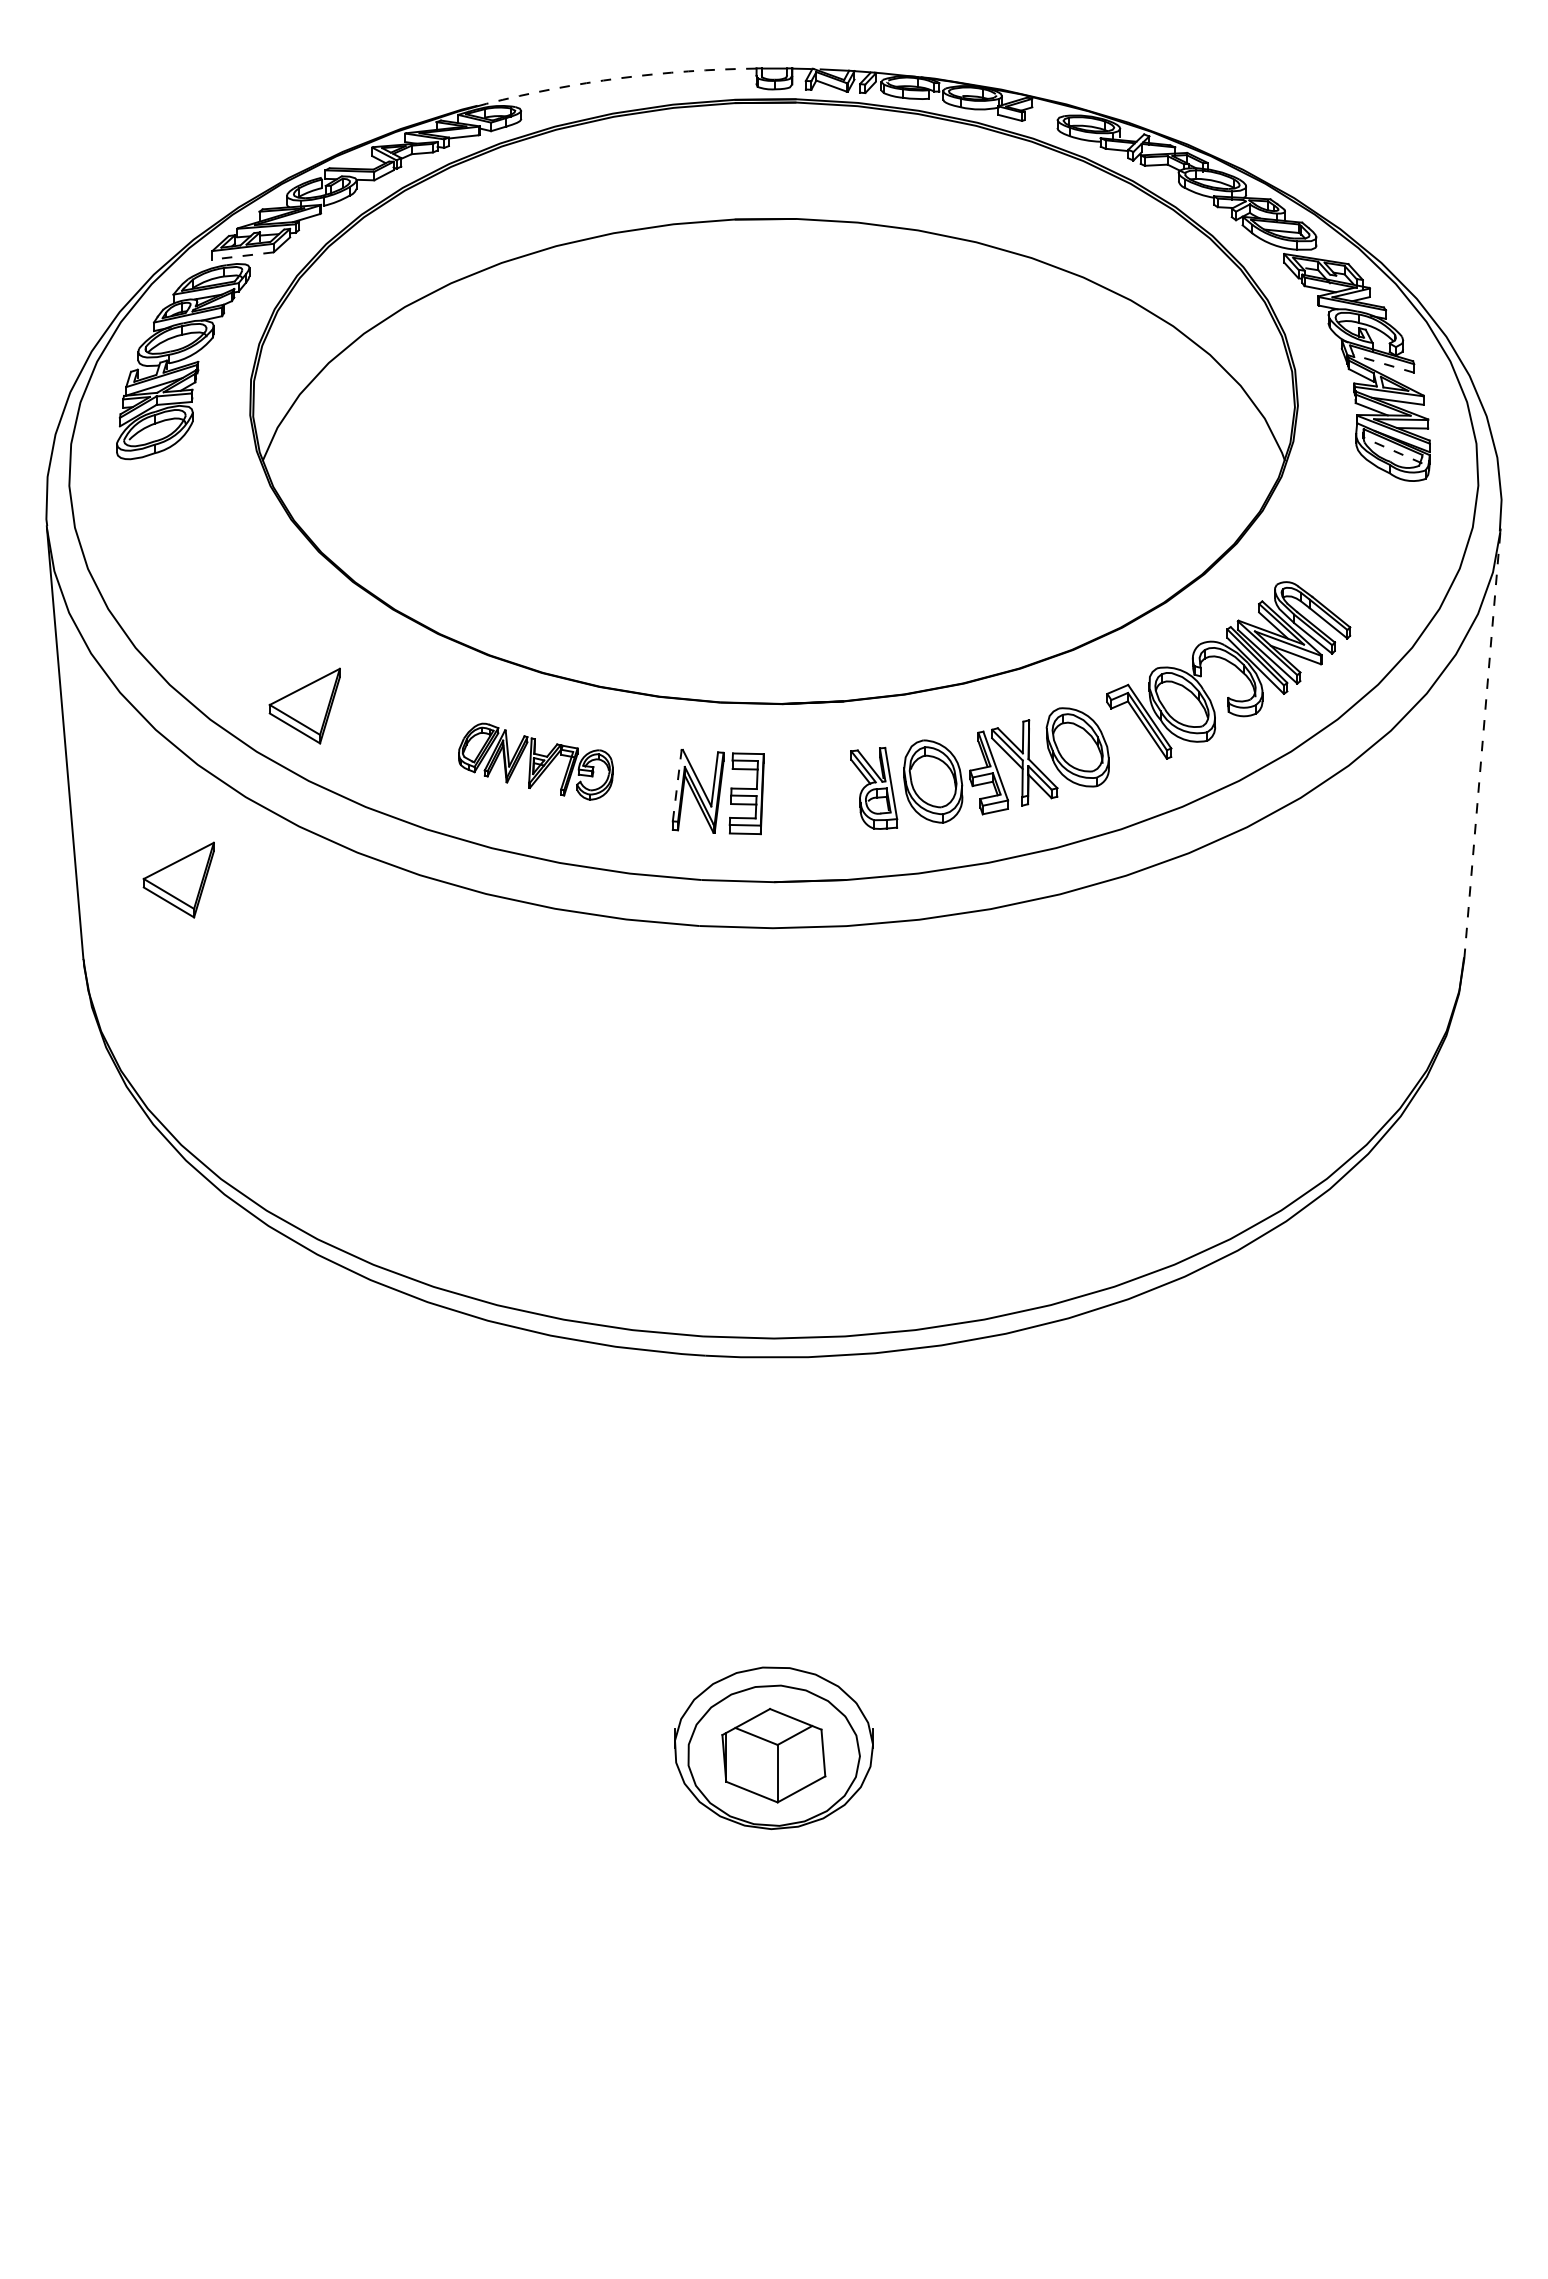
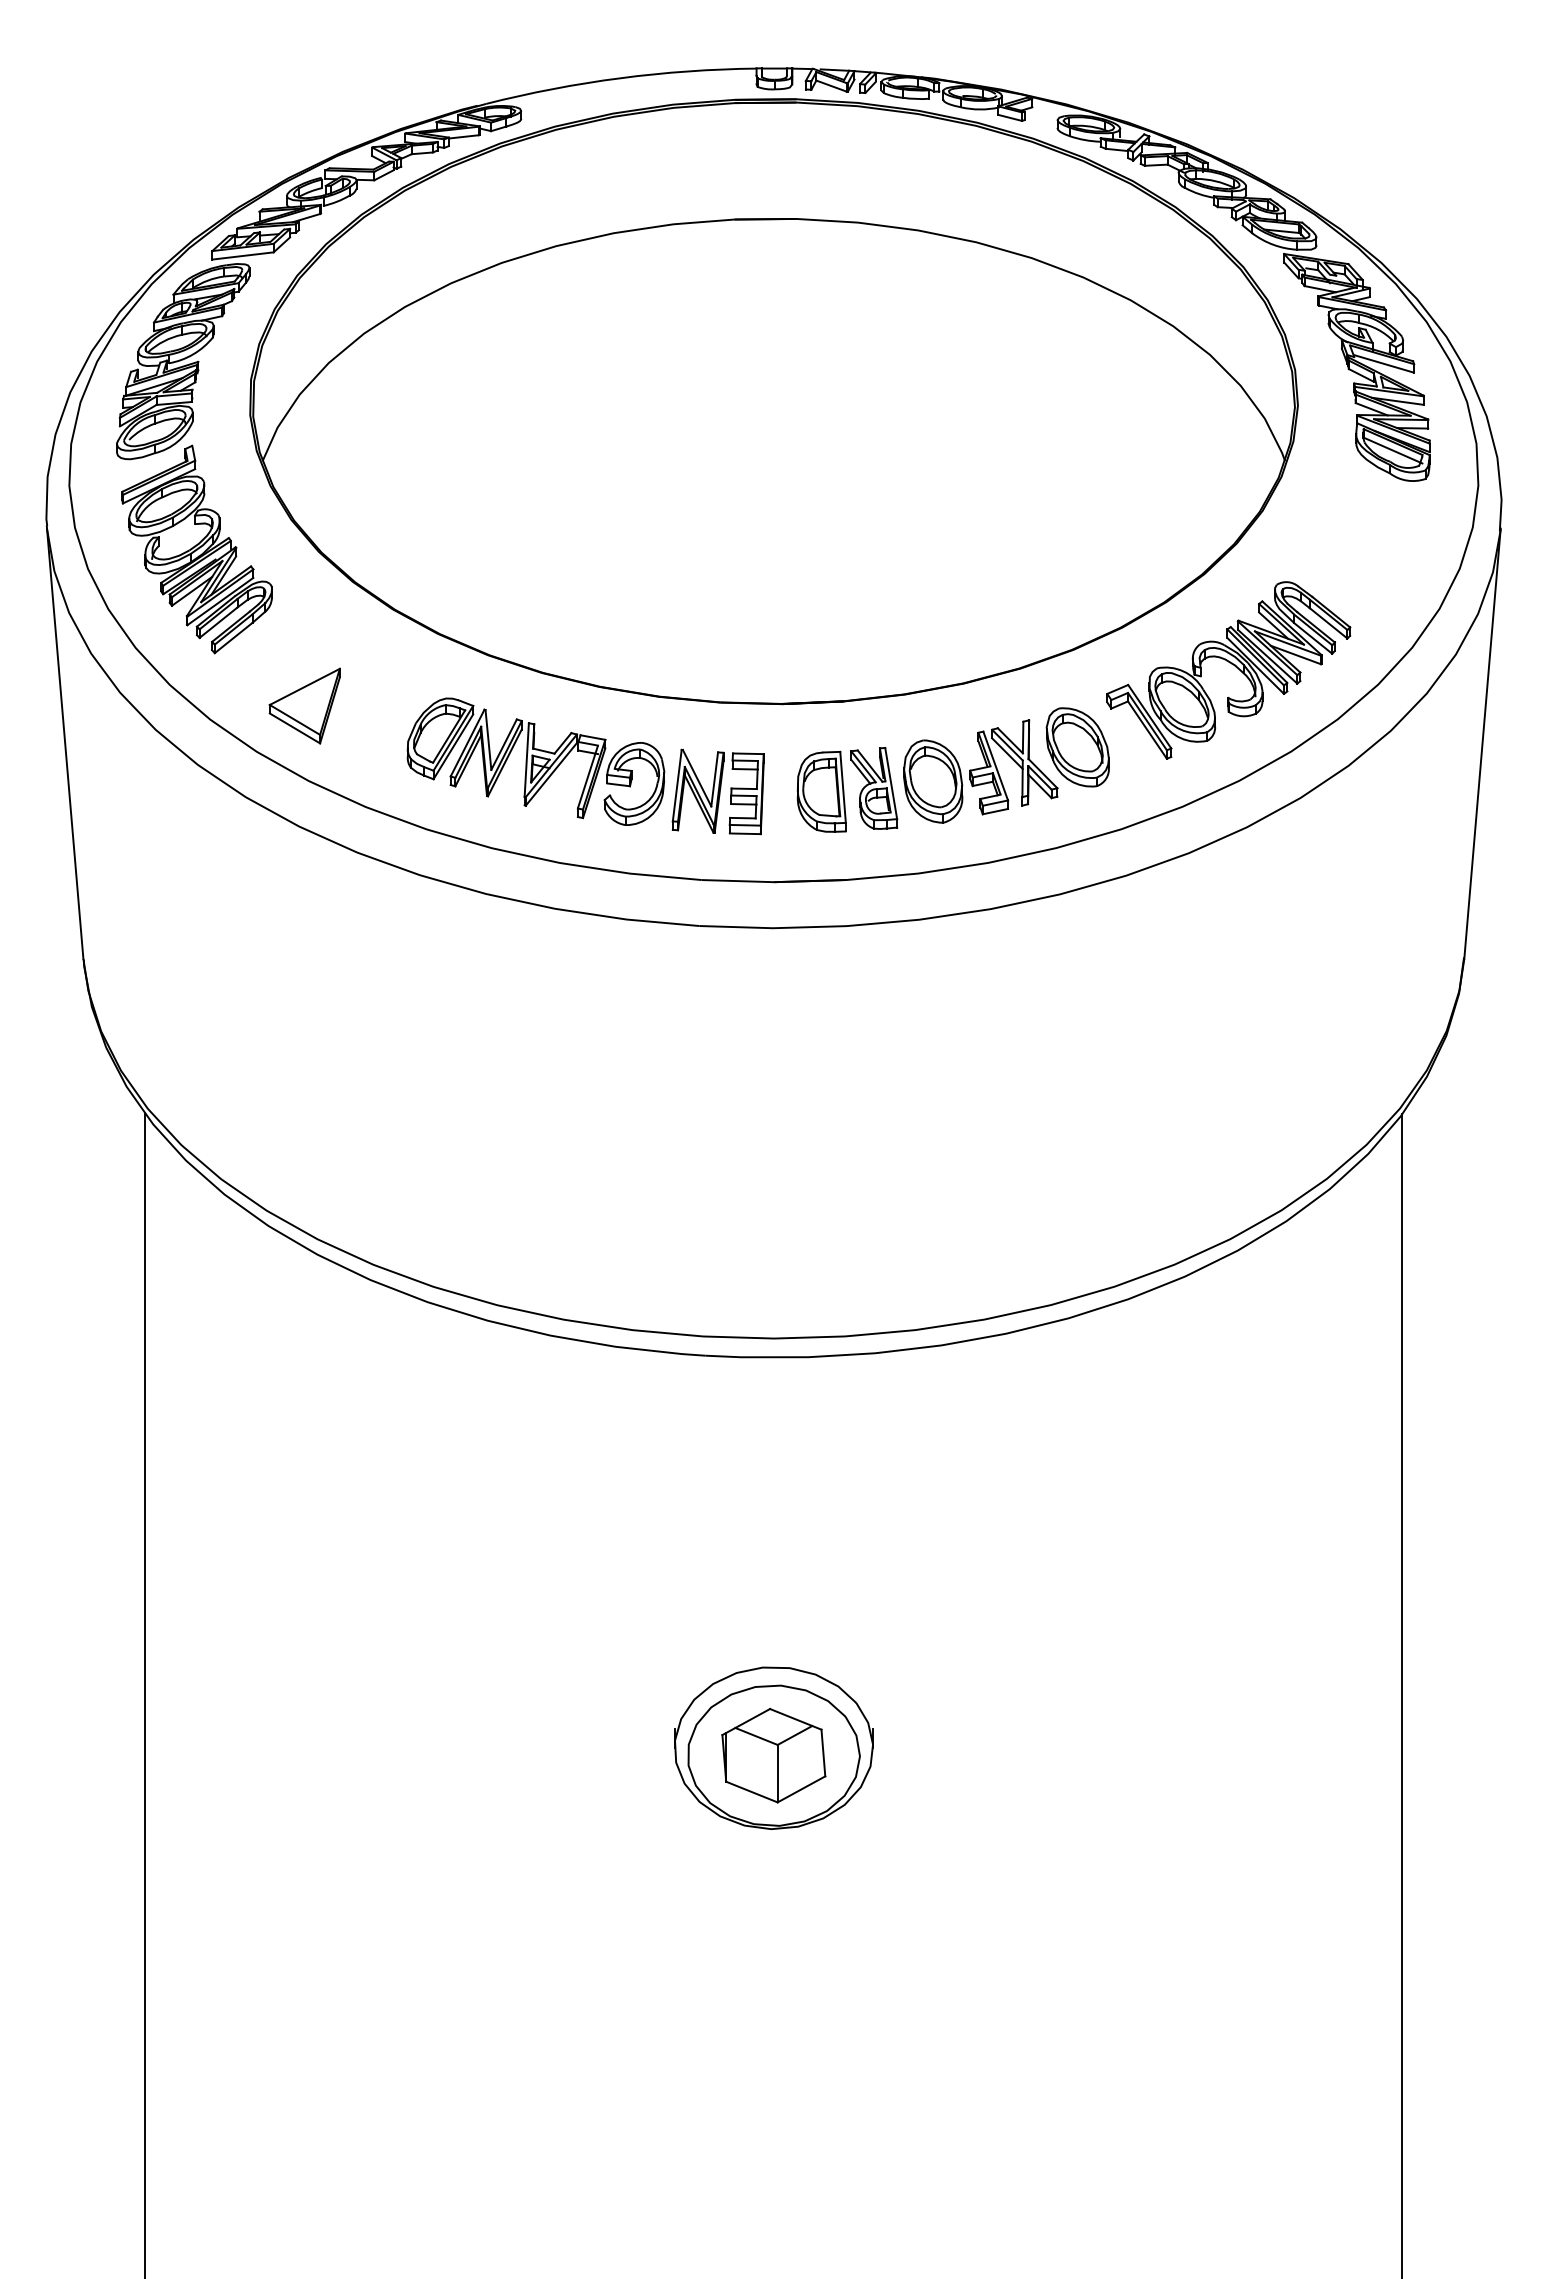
arc at (620, 78): dashed -> solid
line at (243, 255): dashed -> solid
line at (1382, 363): dashed -> solid
line at (1392, 450): dashed -> solid
part at (196, 549): none -> present
line at (1482, 743): dashed -> solid
part at (535, 761) size: 156x79 px -> 260x129 px
line at (677, 785): dashed -> solid
part at (821, 791): none -> present
part at (178, 879): present -> none
line at (145, 1694): none -> present
line at (1402, 1694): none -> present
